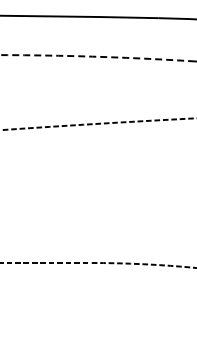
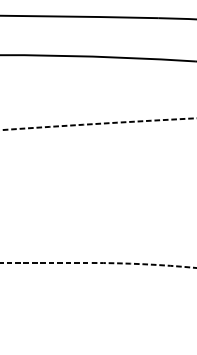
arc at (97, 56): dashed -> solid
